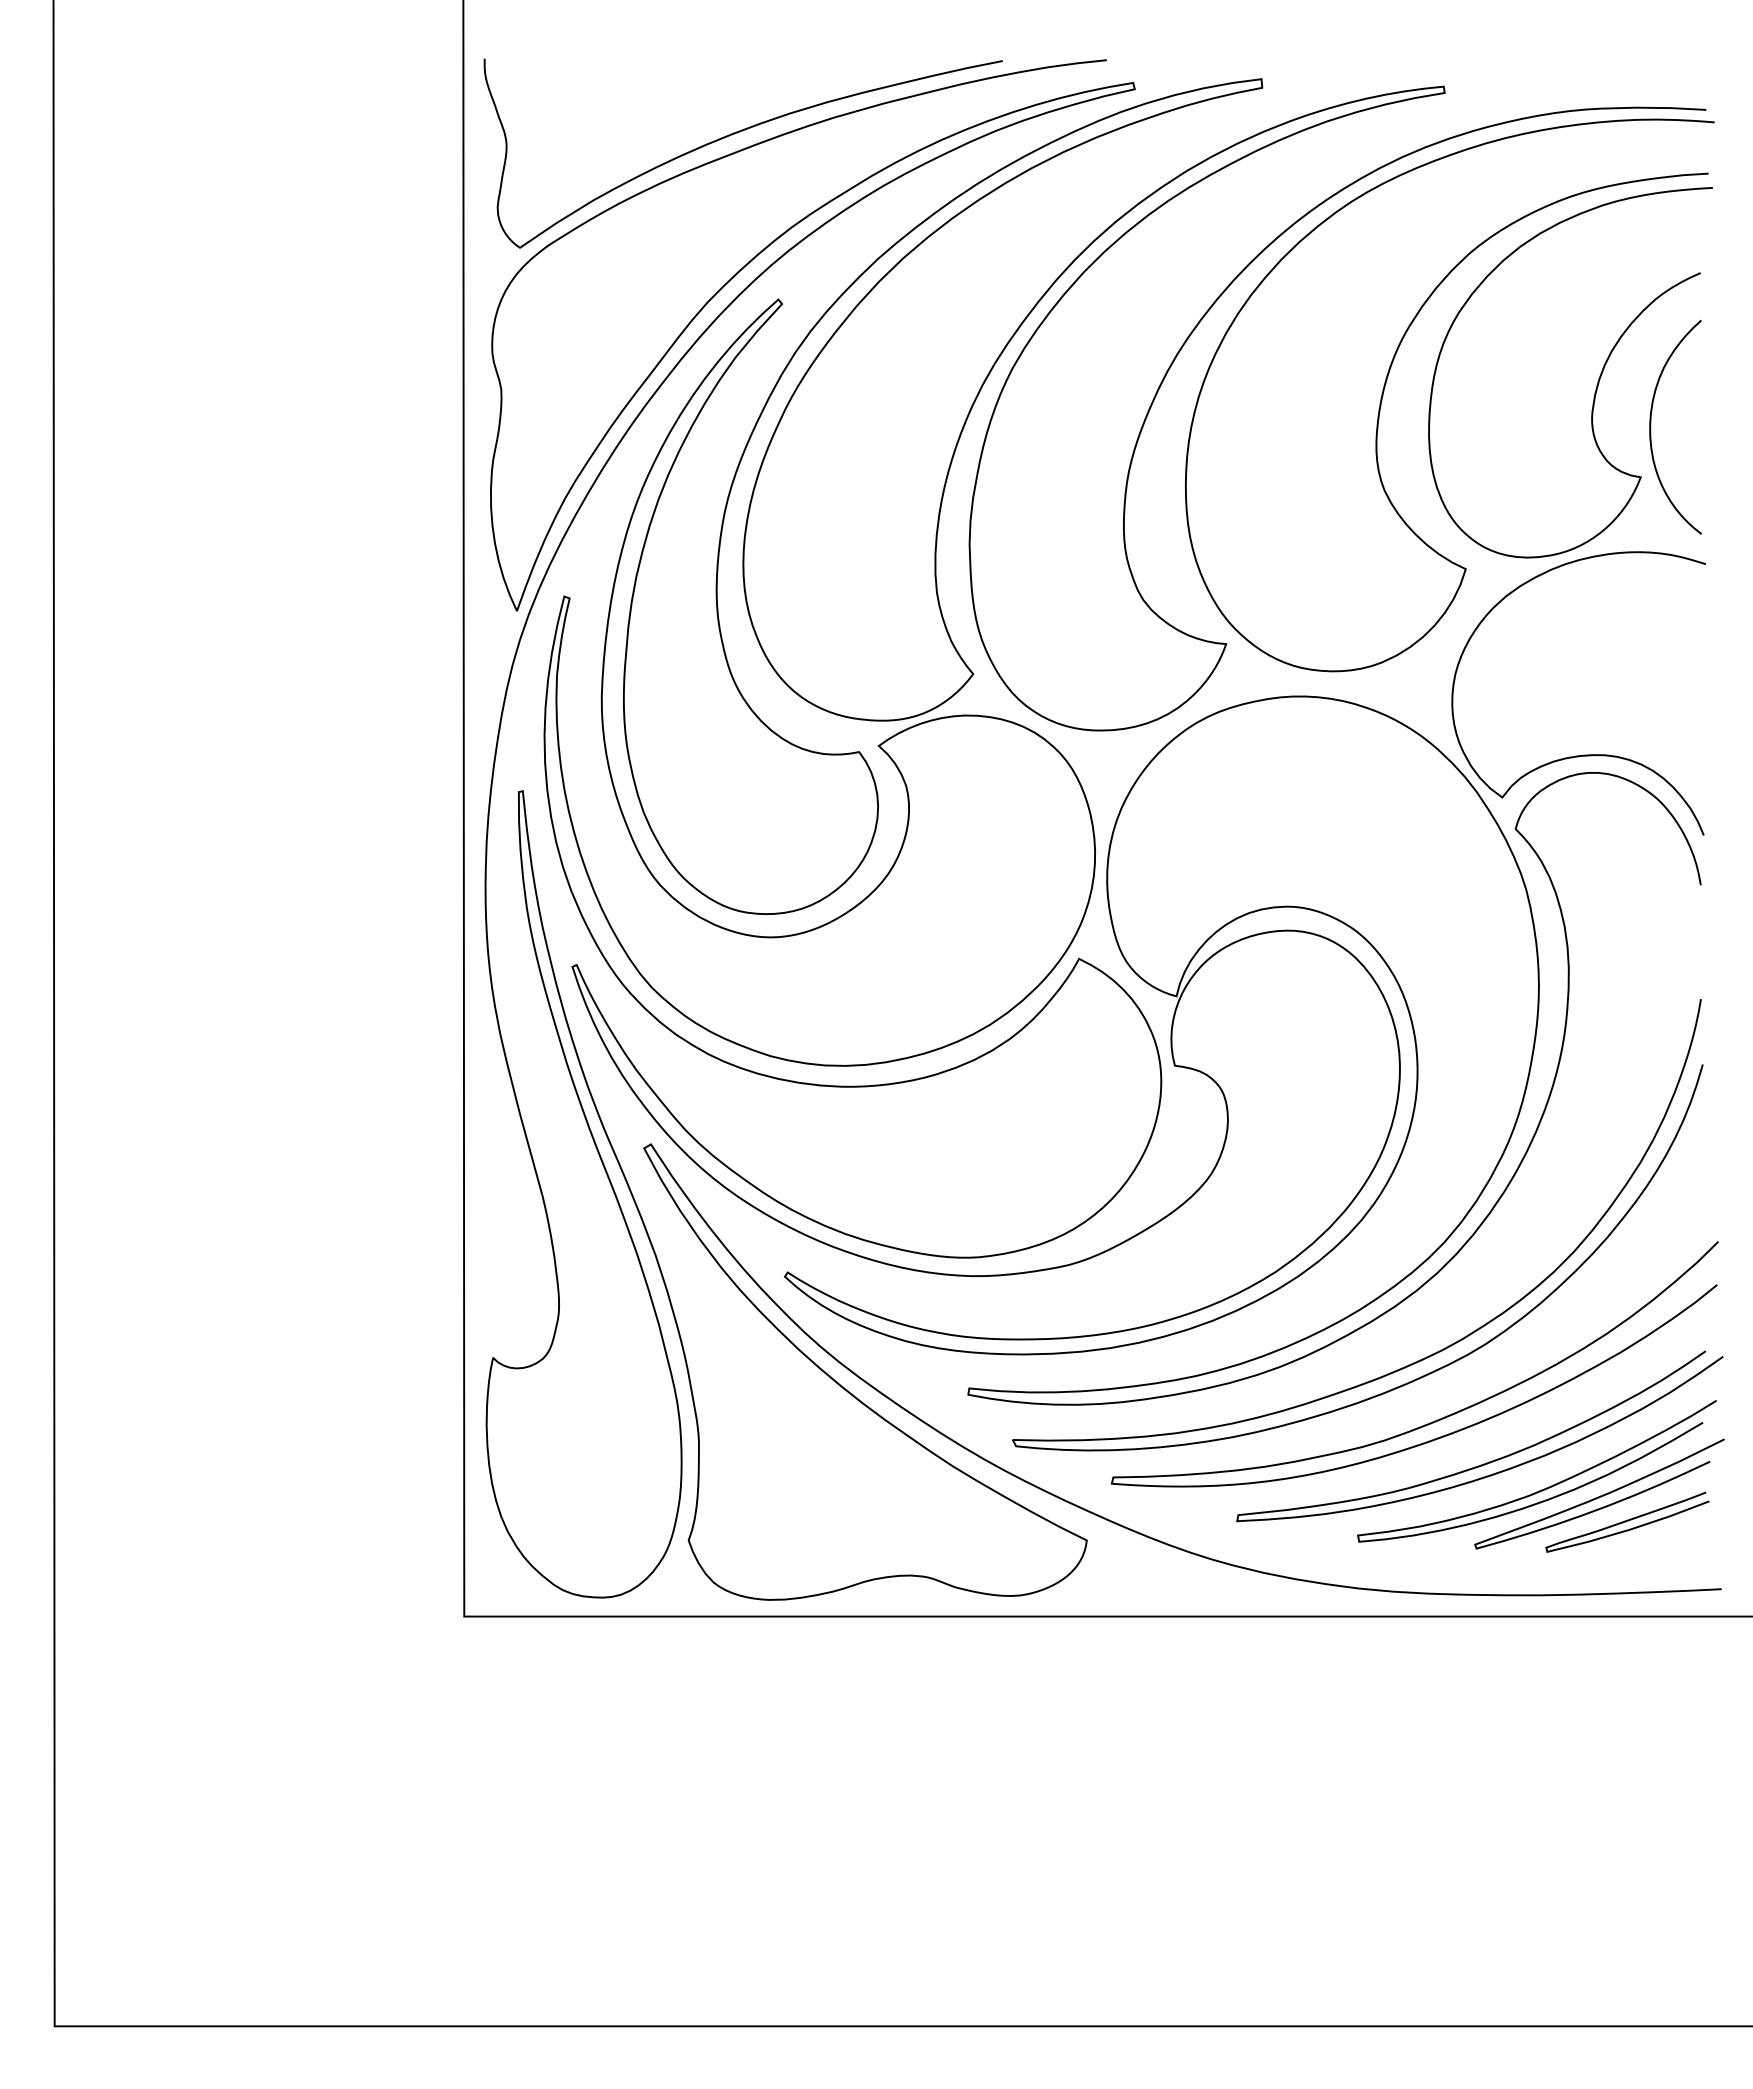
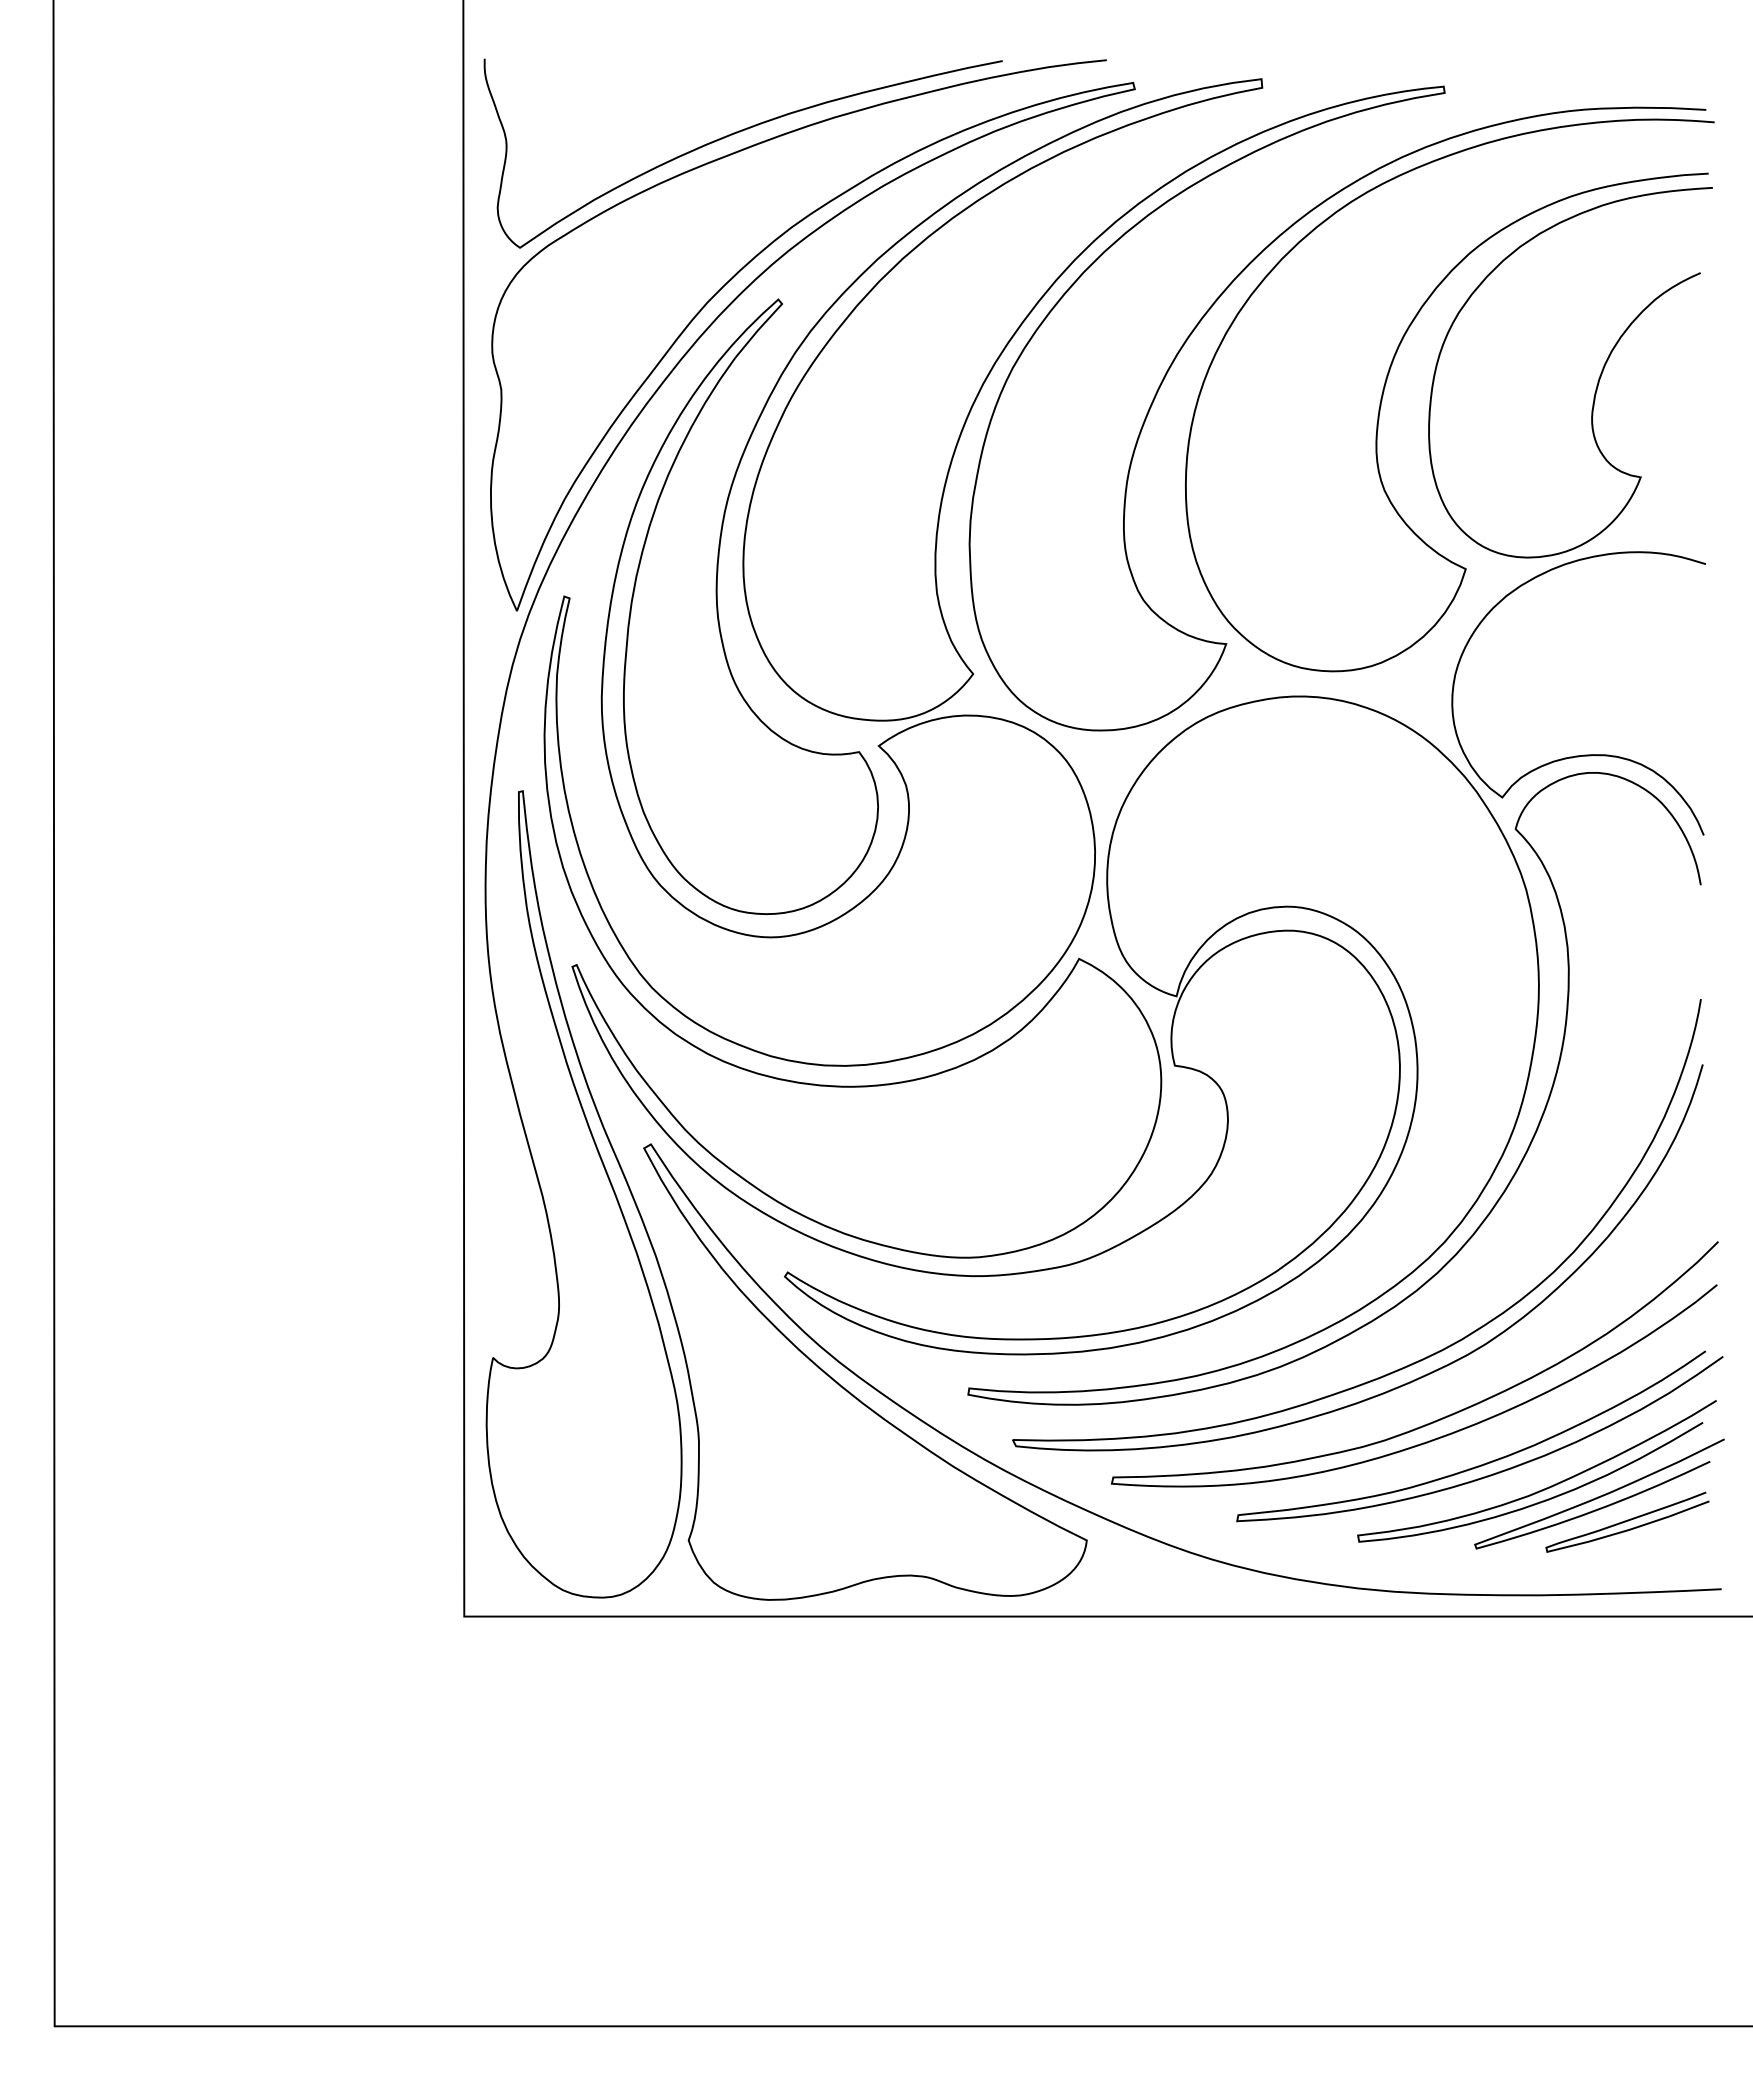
curve at (1651, 427): present -> none
